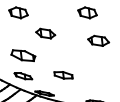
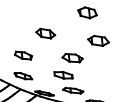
part at (18, 12): present -> none
part at (23, 55) size: 27x13 px -> 20x11 px
part at (72, 58): none -> present
part at (73, 90): none -> present
